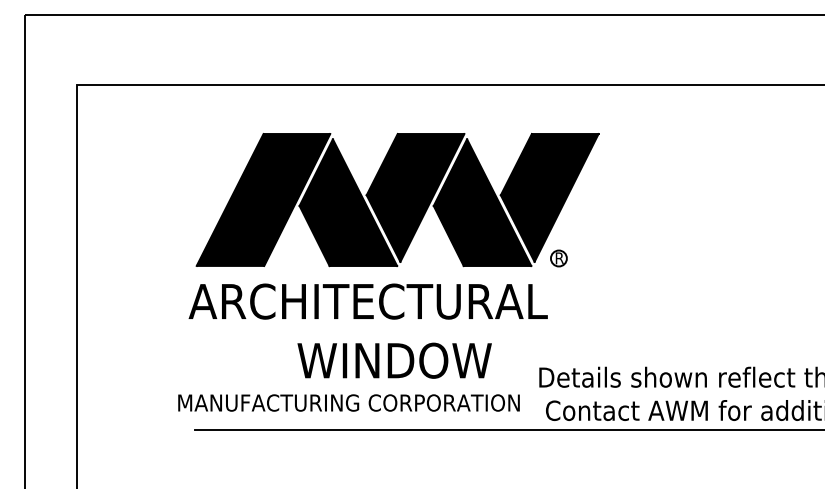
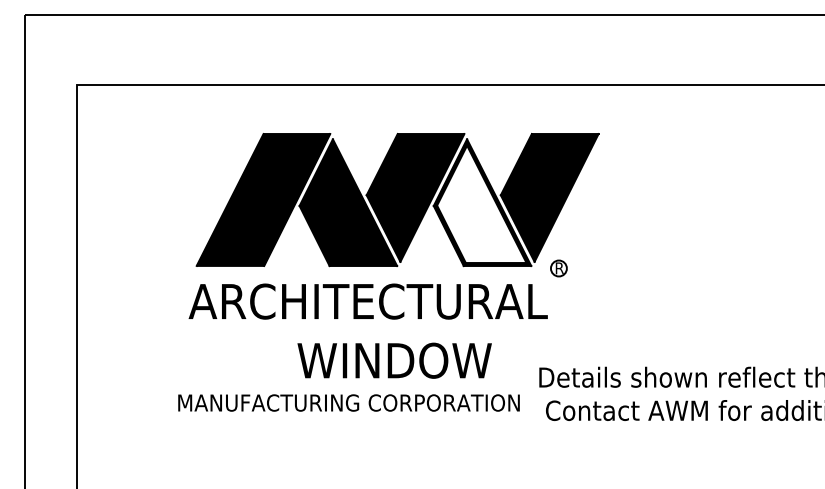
fill at (481, 203): present -> none
part at (558, 258) position: (558, 258) -> (558, 268)
line at (507, 429): present -> none
